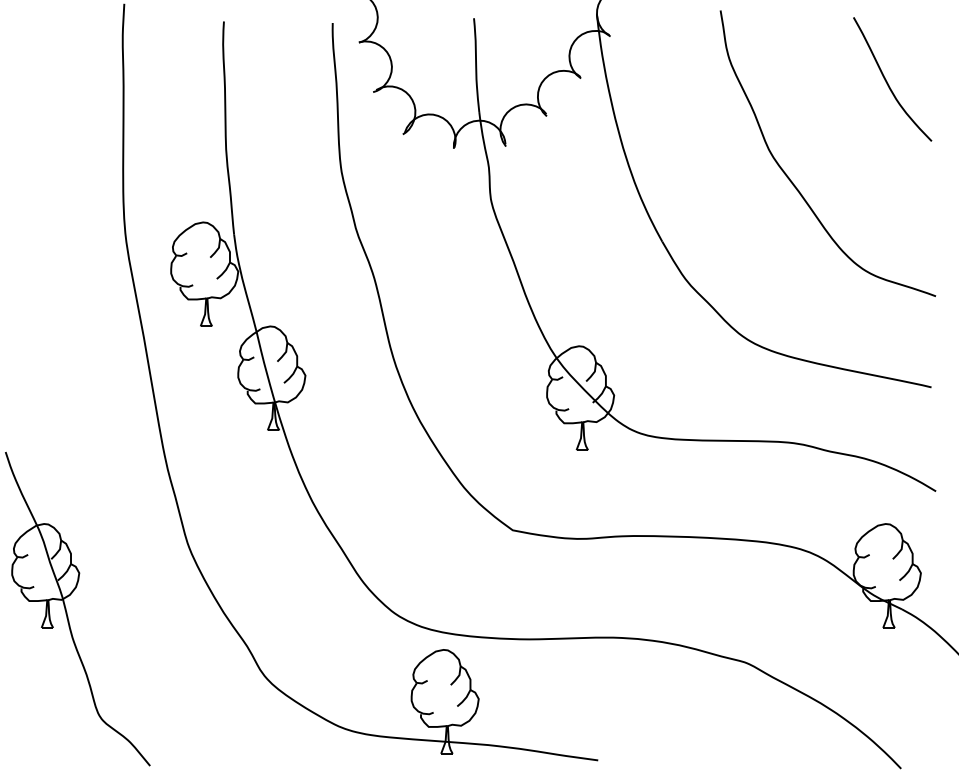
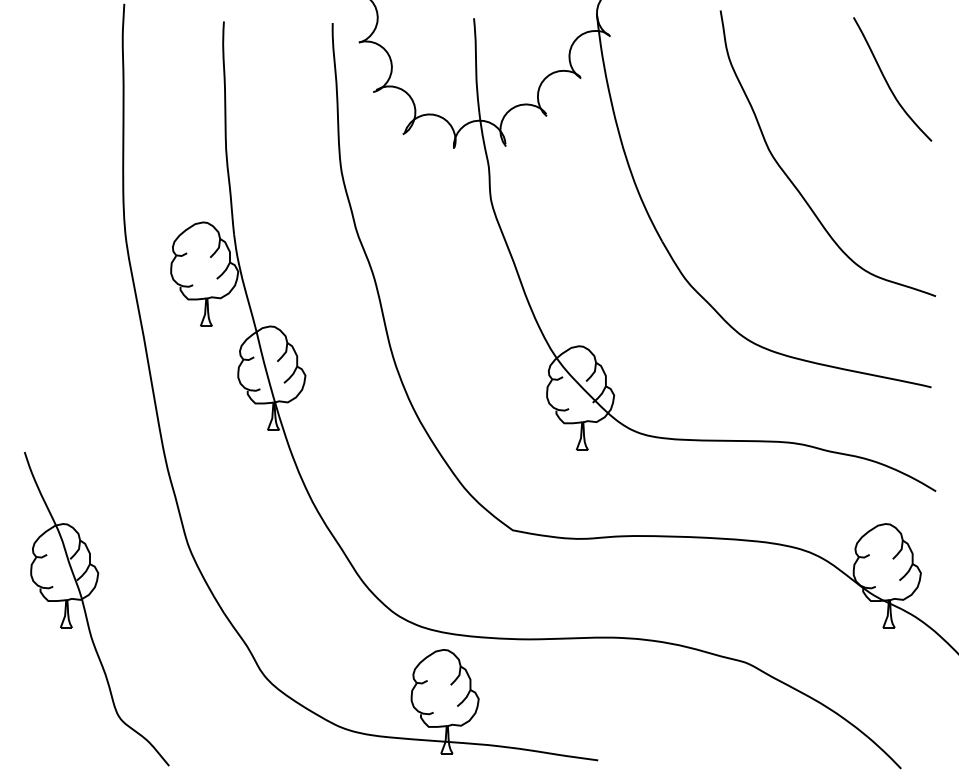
part at (67, 612) position: (67, 612) -> (86, 612)
